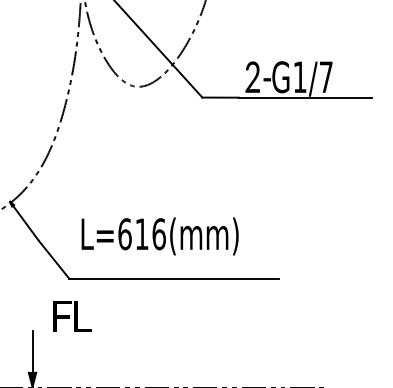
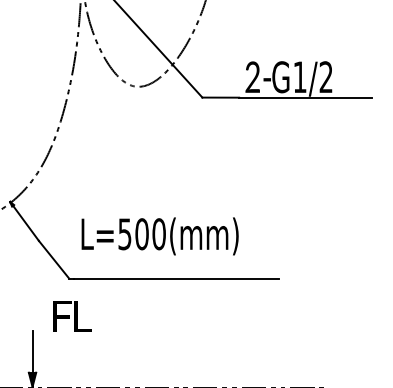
text at (325, 76): G1/7 -> G1/2
text at (141, 234): L=616(mm) -> L=500(mm)
